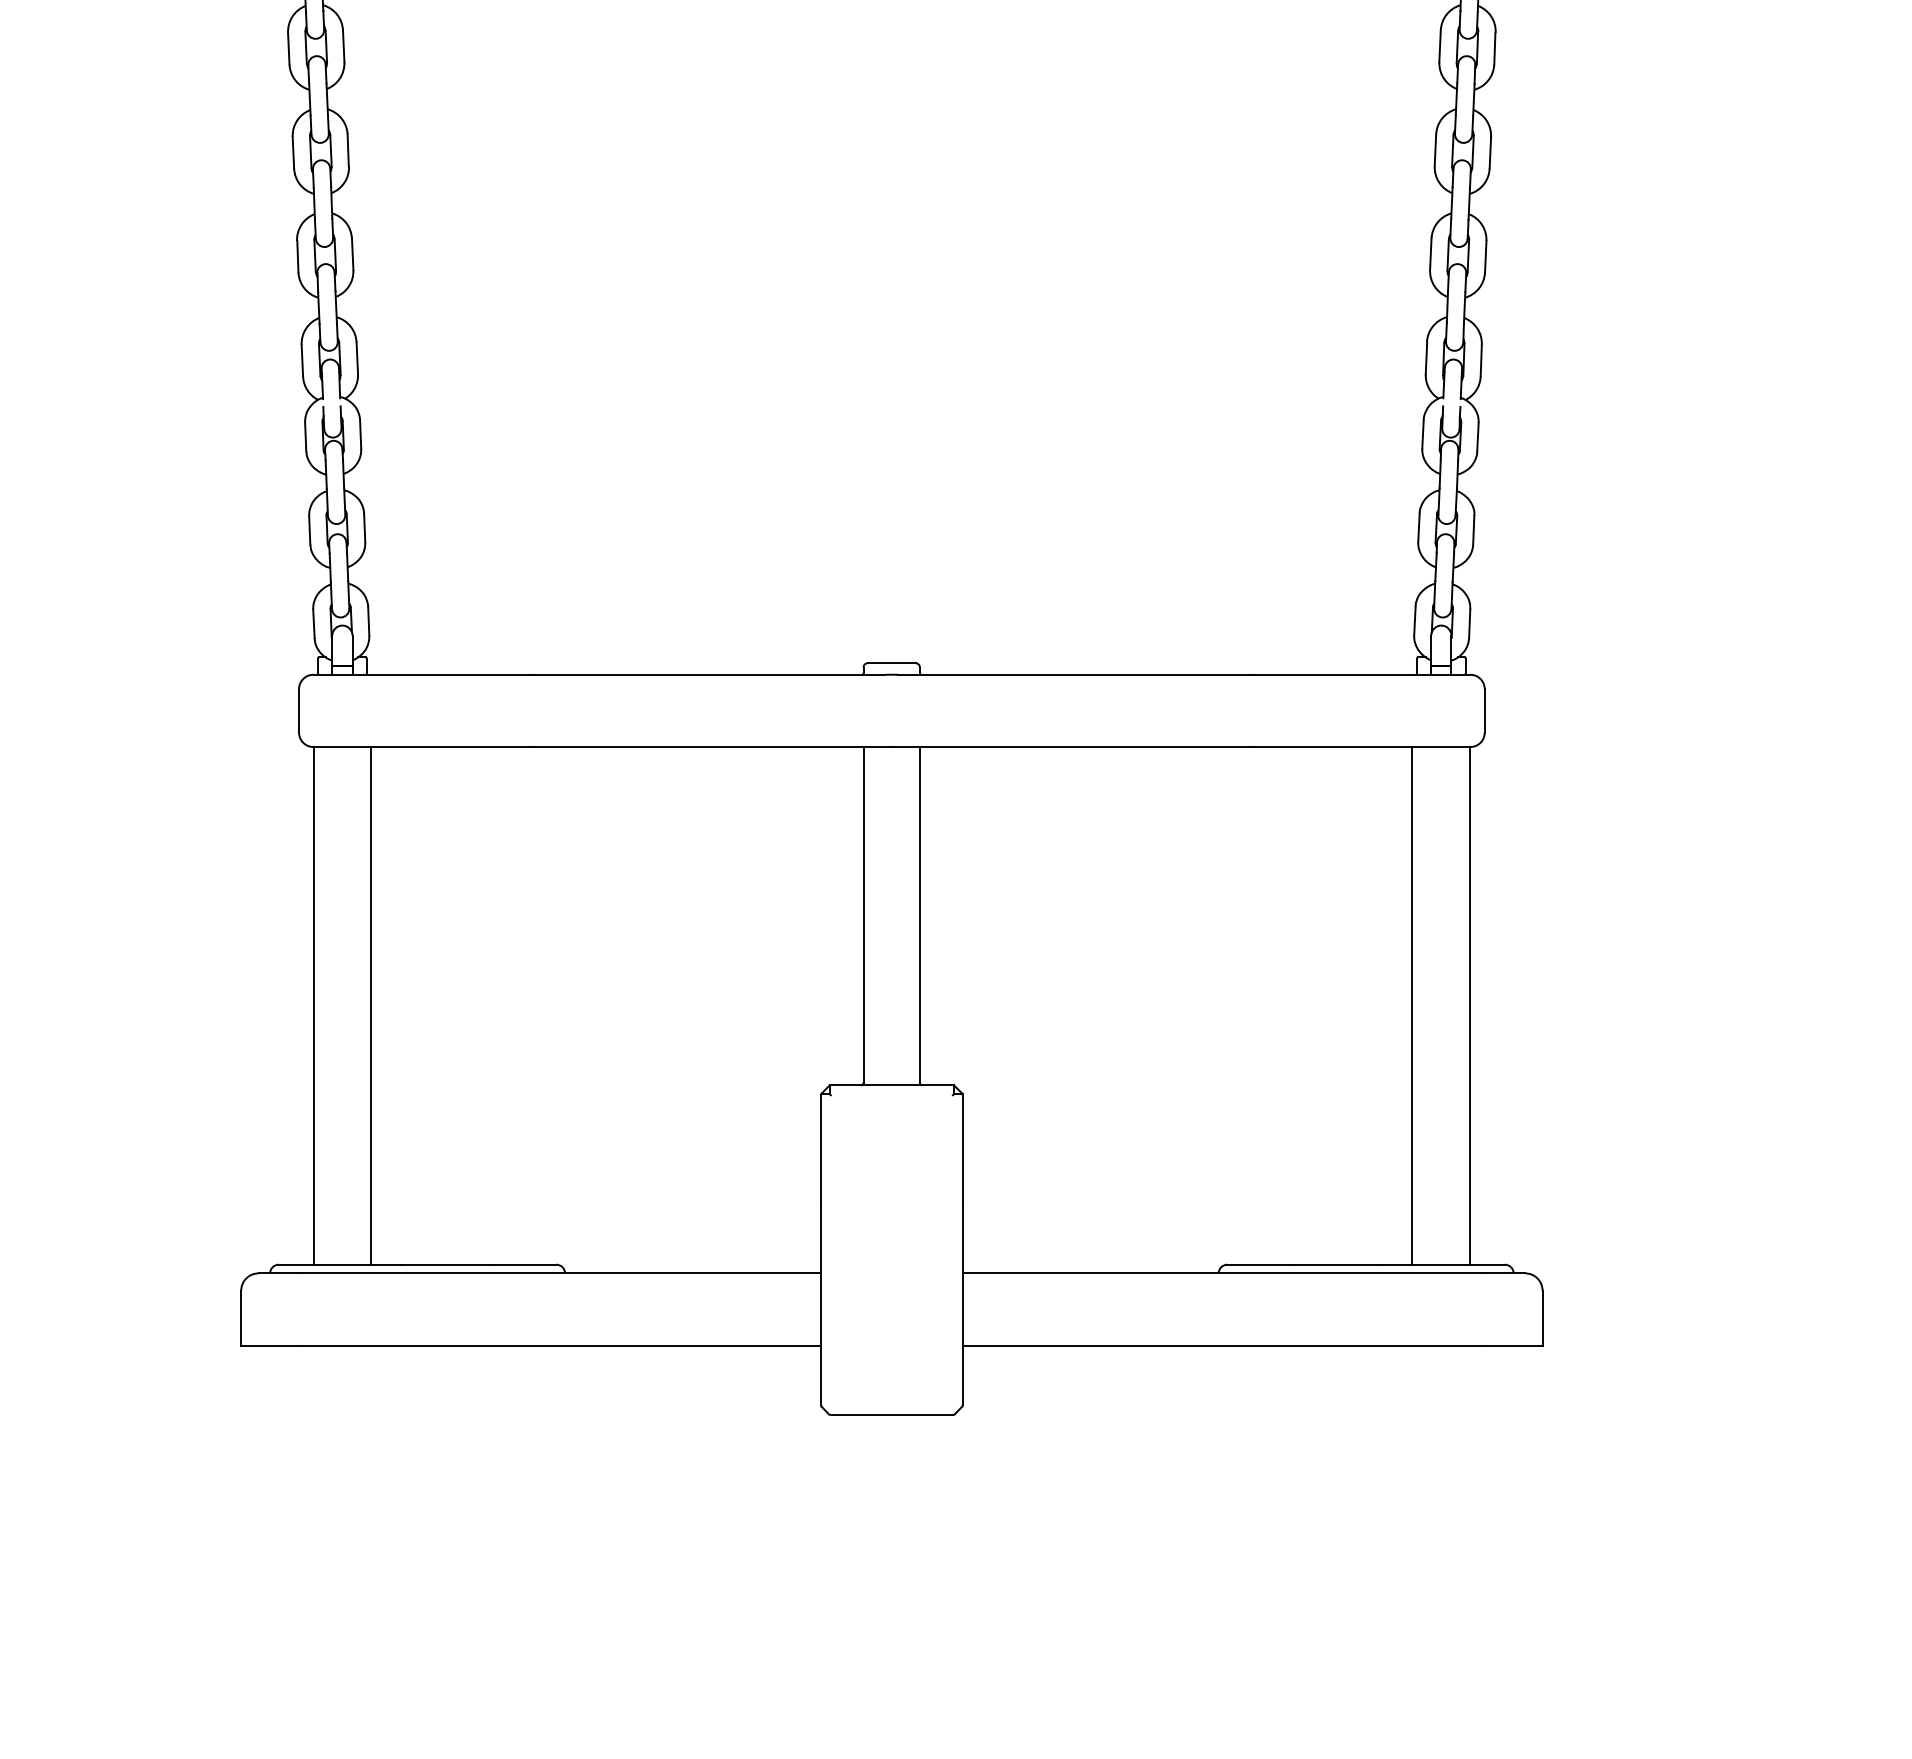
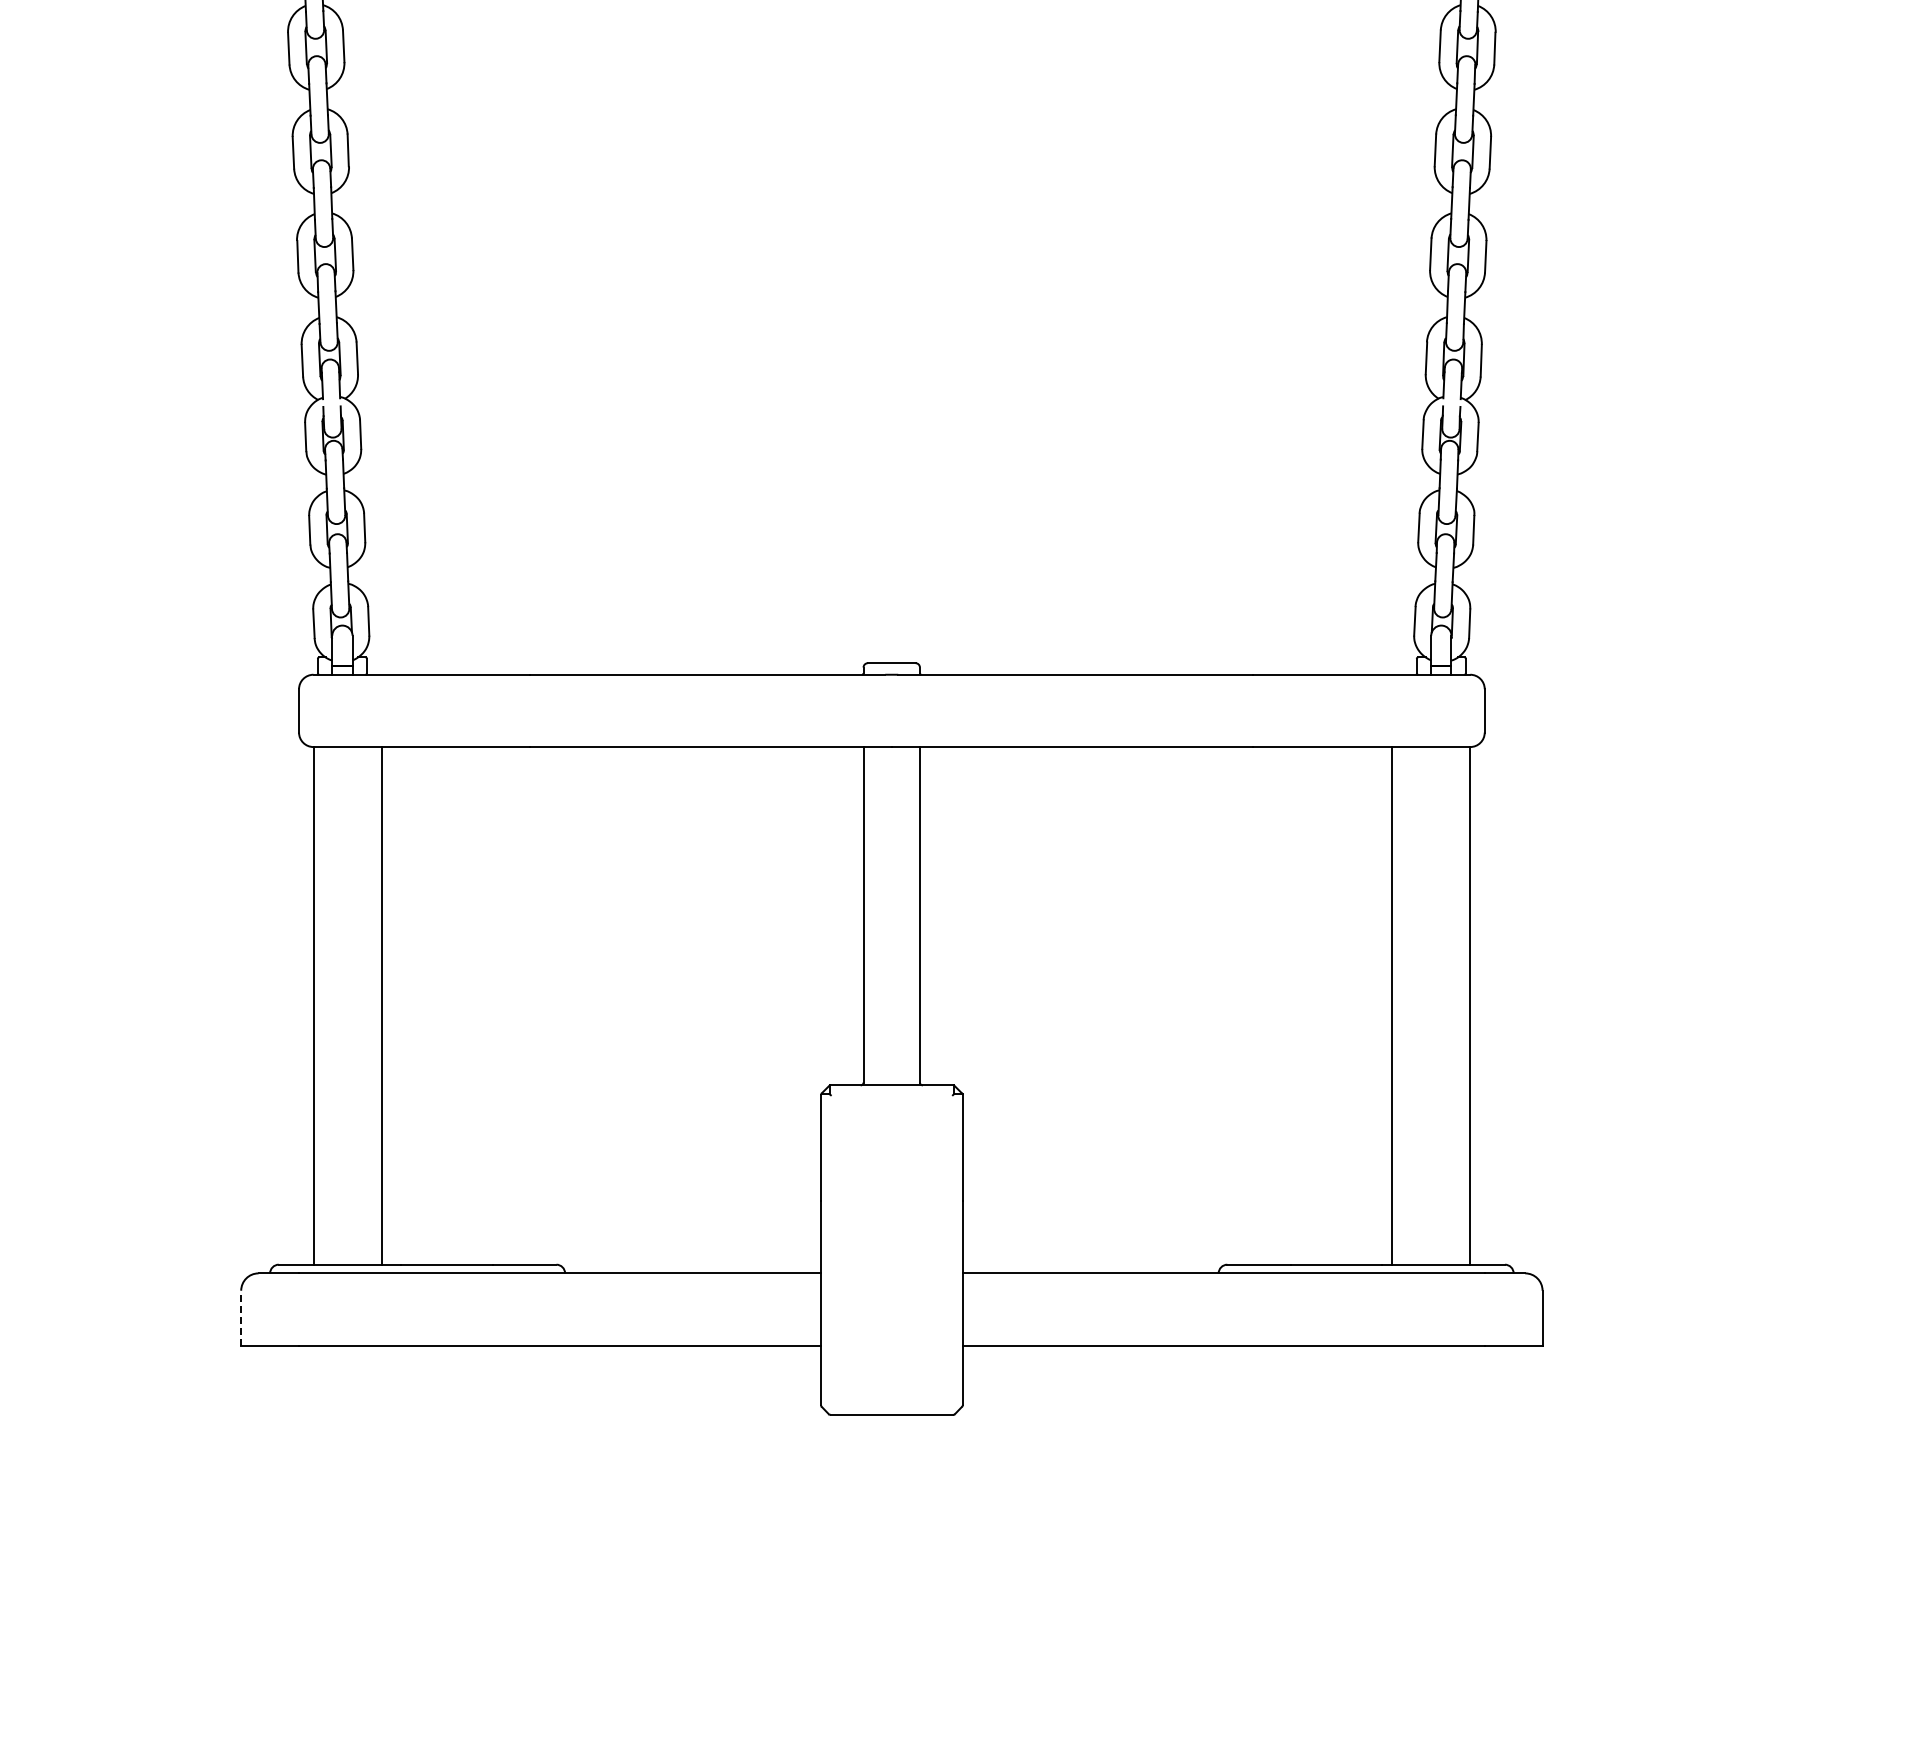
line at (371, 1005) position: (371, 1005) -> (382, 1005)
line at (1412, 1005) position: (1412, 1005) -> (1392, 1005)
line at (241, 1317): solid -> dashed
